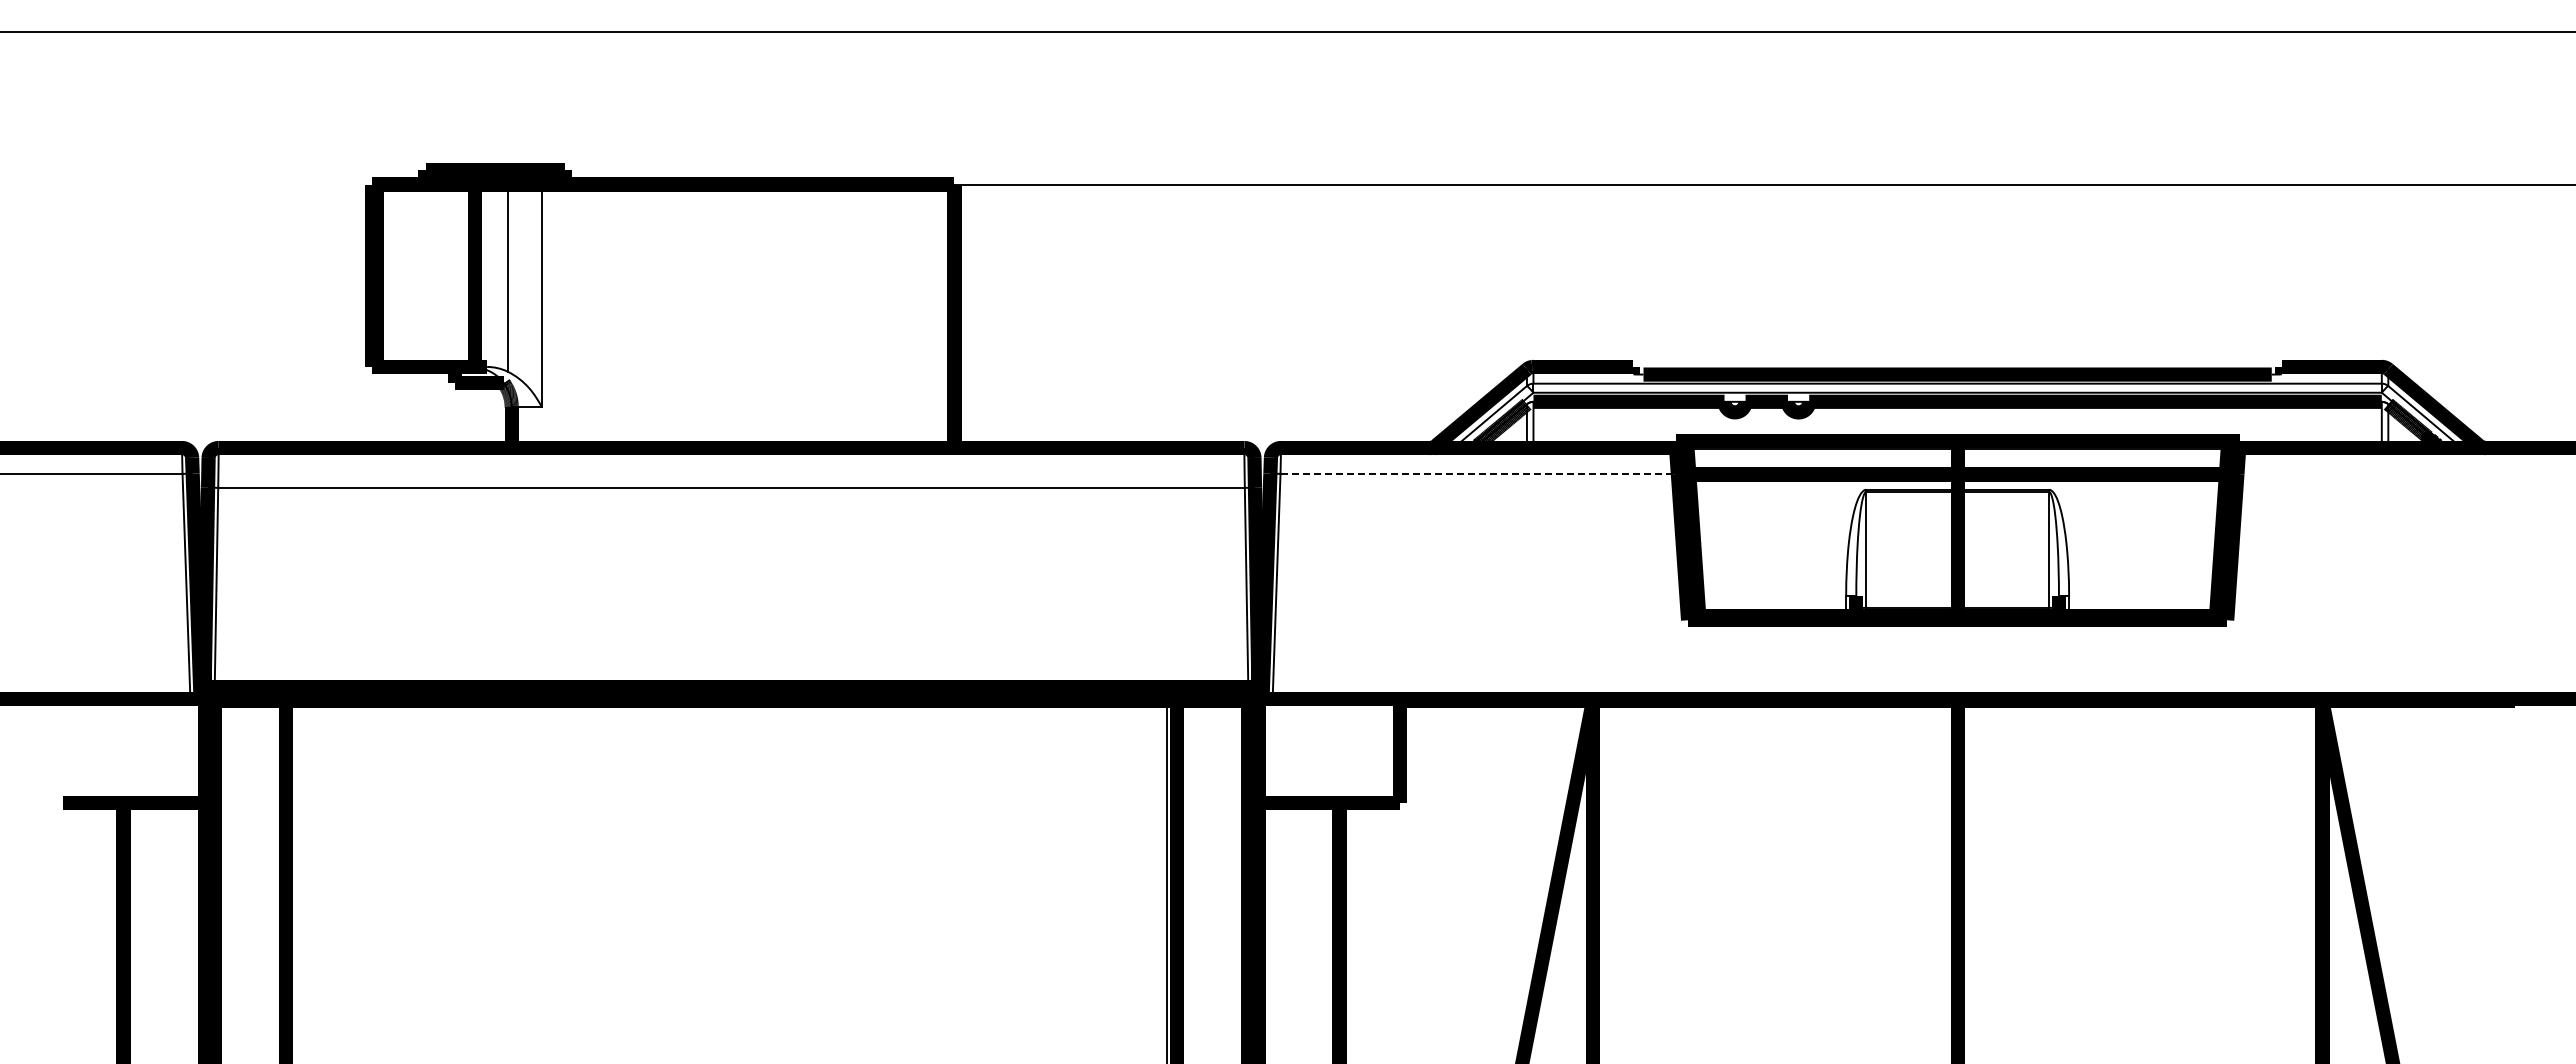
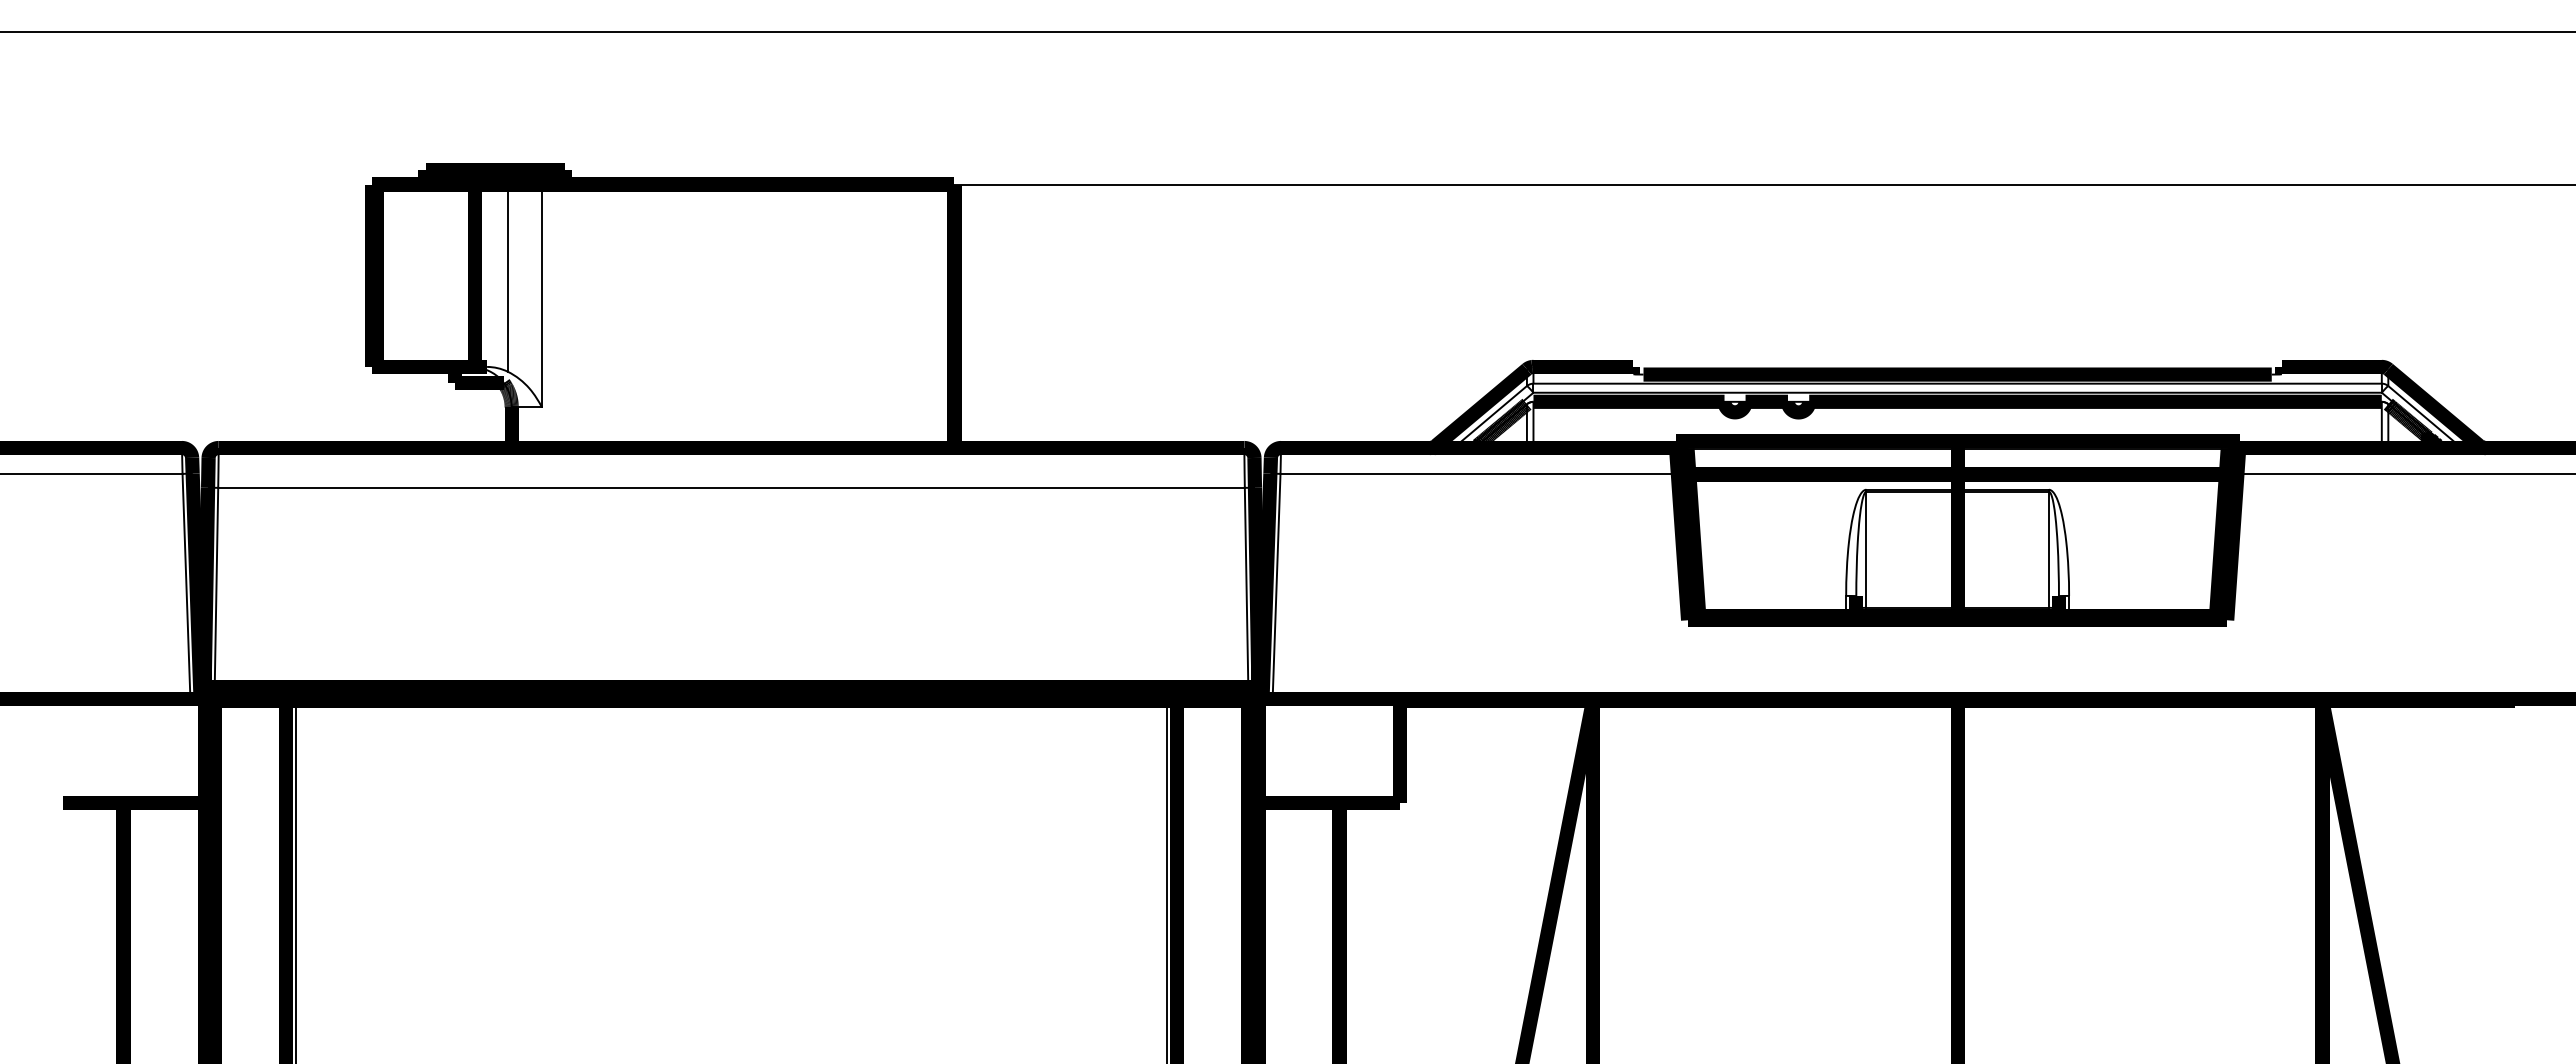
line at (1479, 473): dashed -> solid
line at (2404, 473): none -> present
line at (295, 880): none -> present
